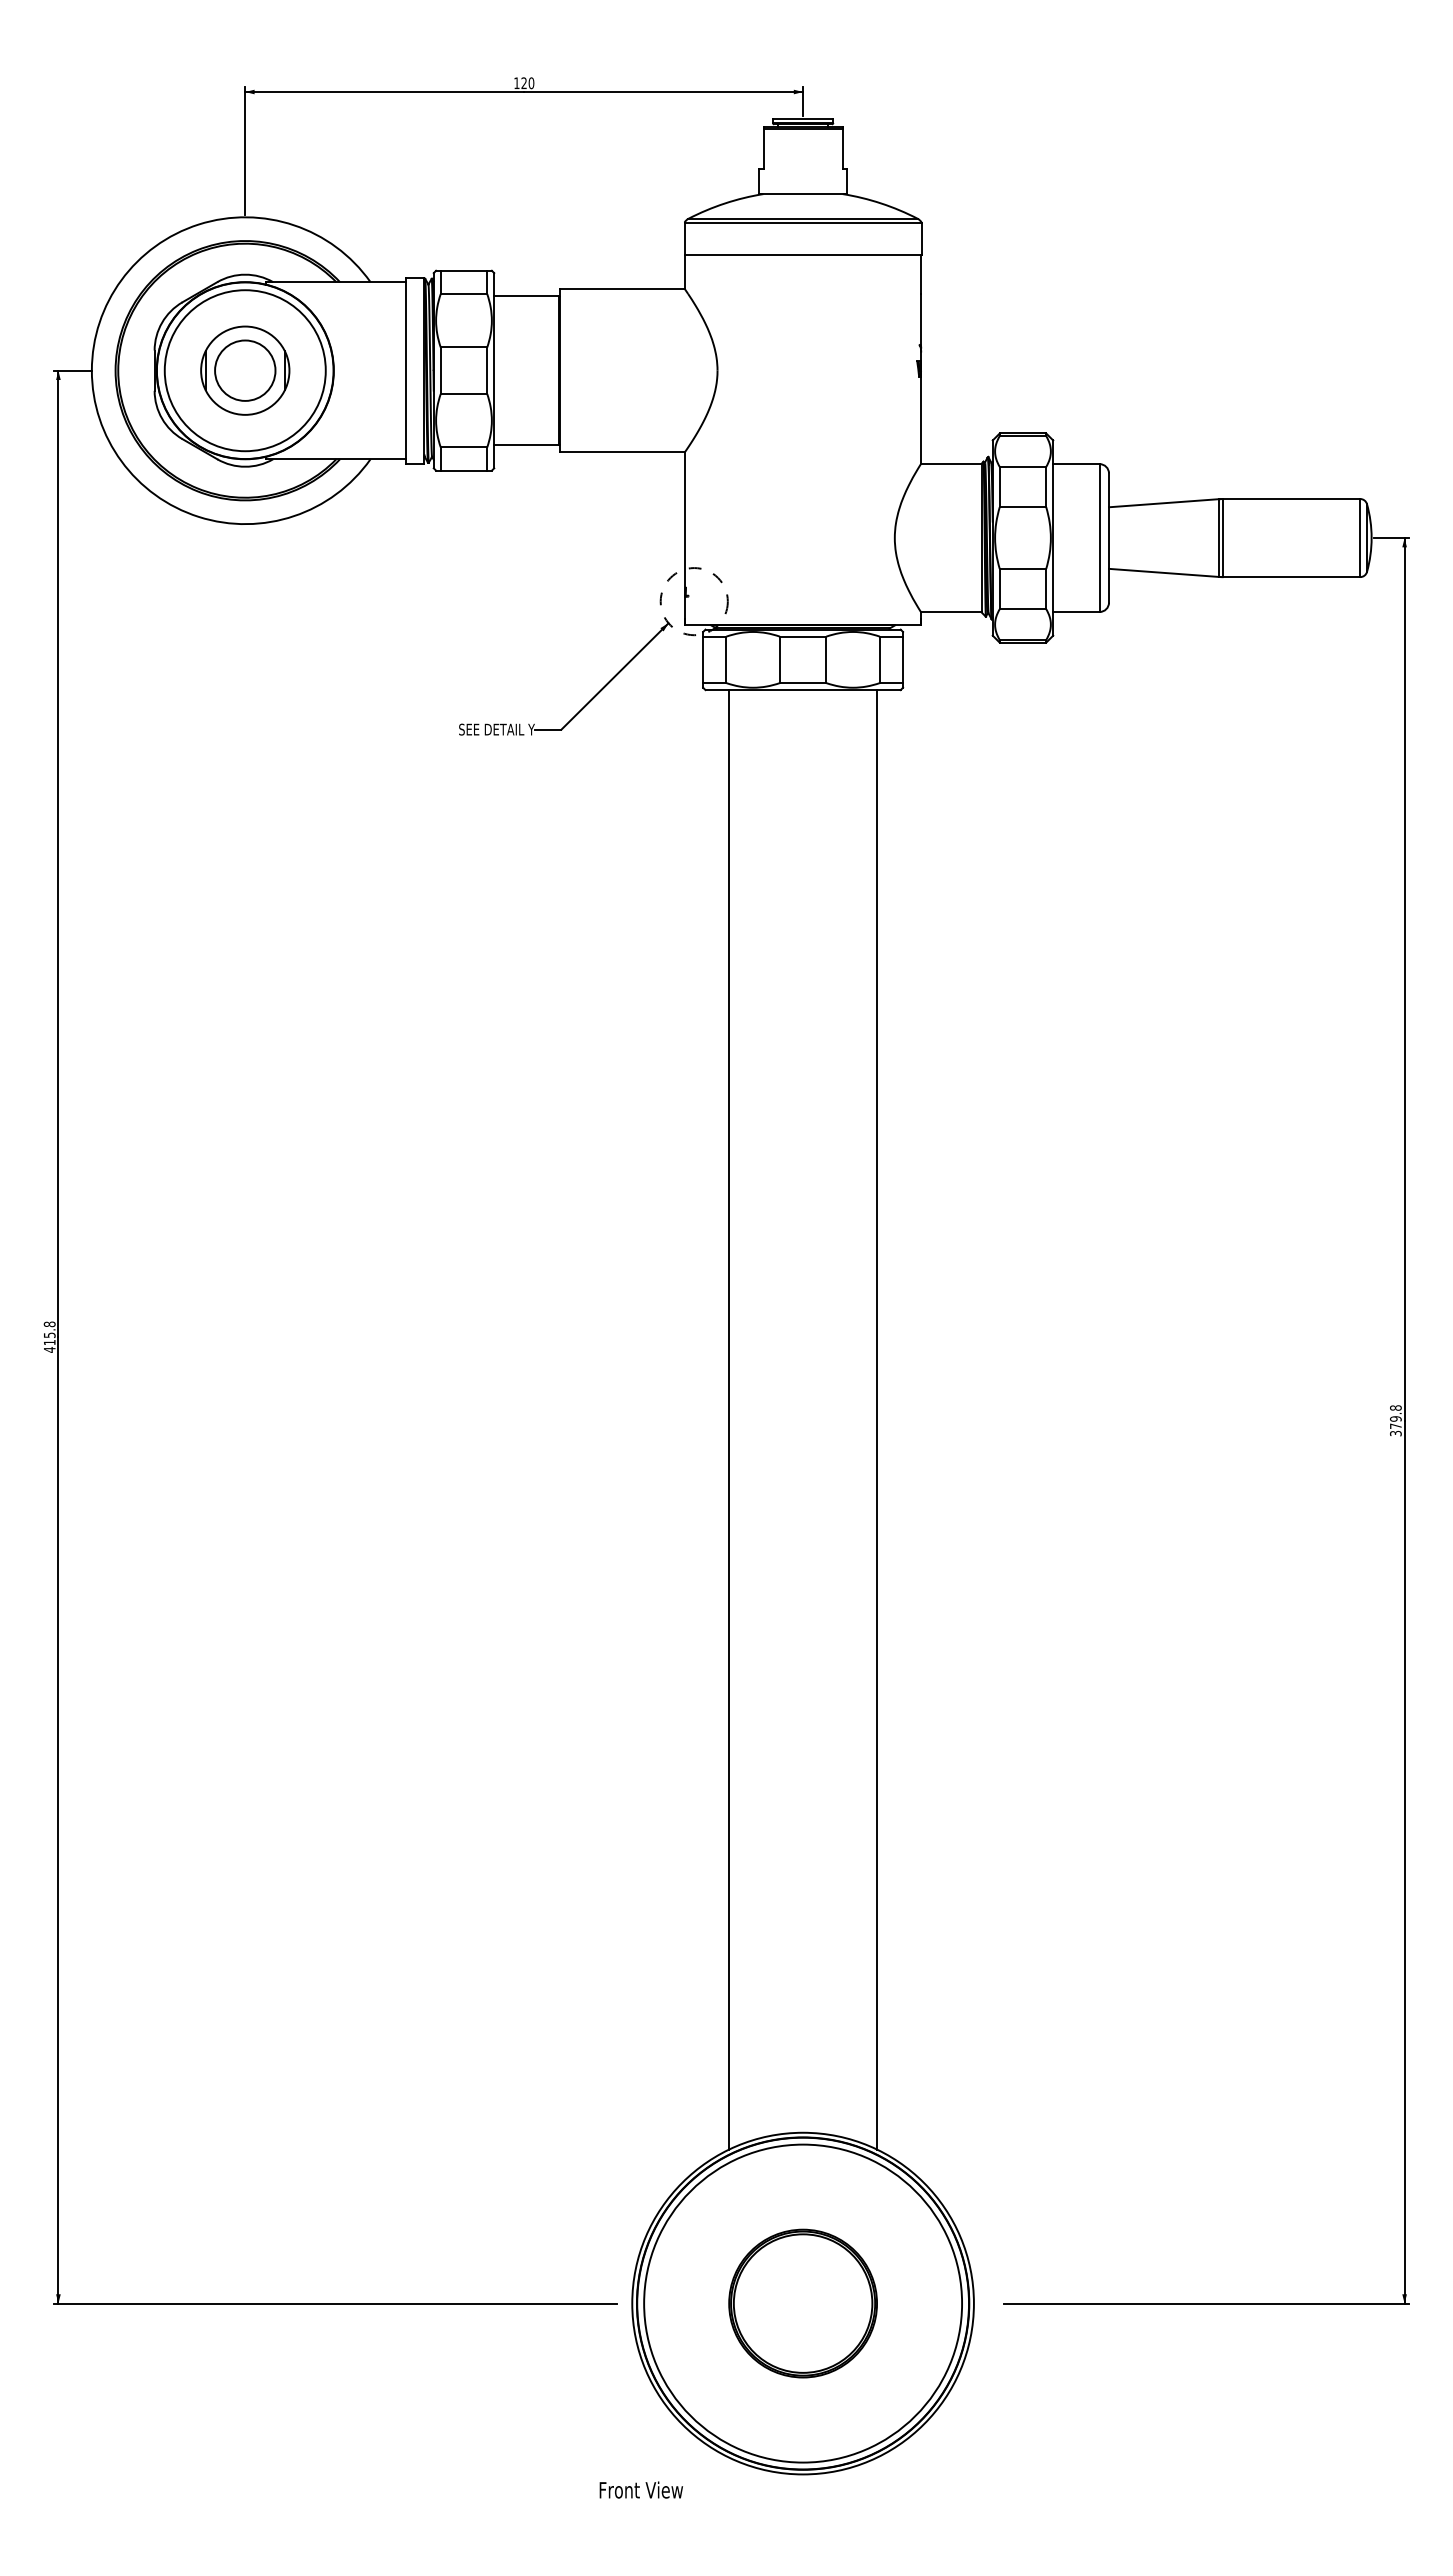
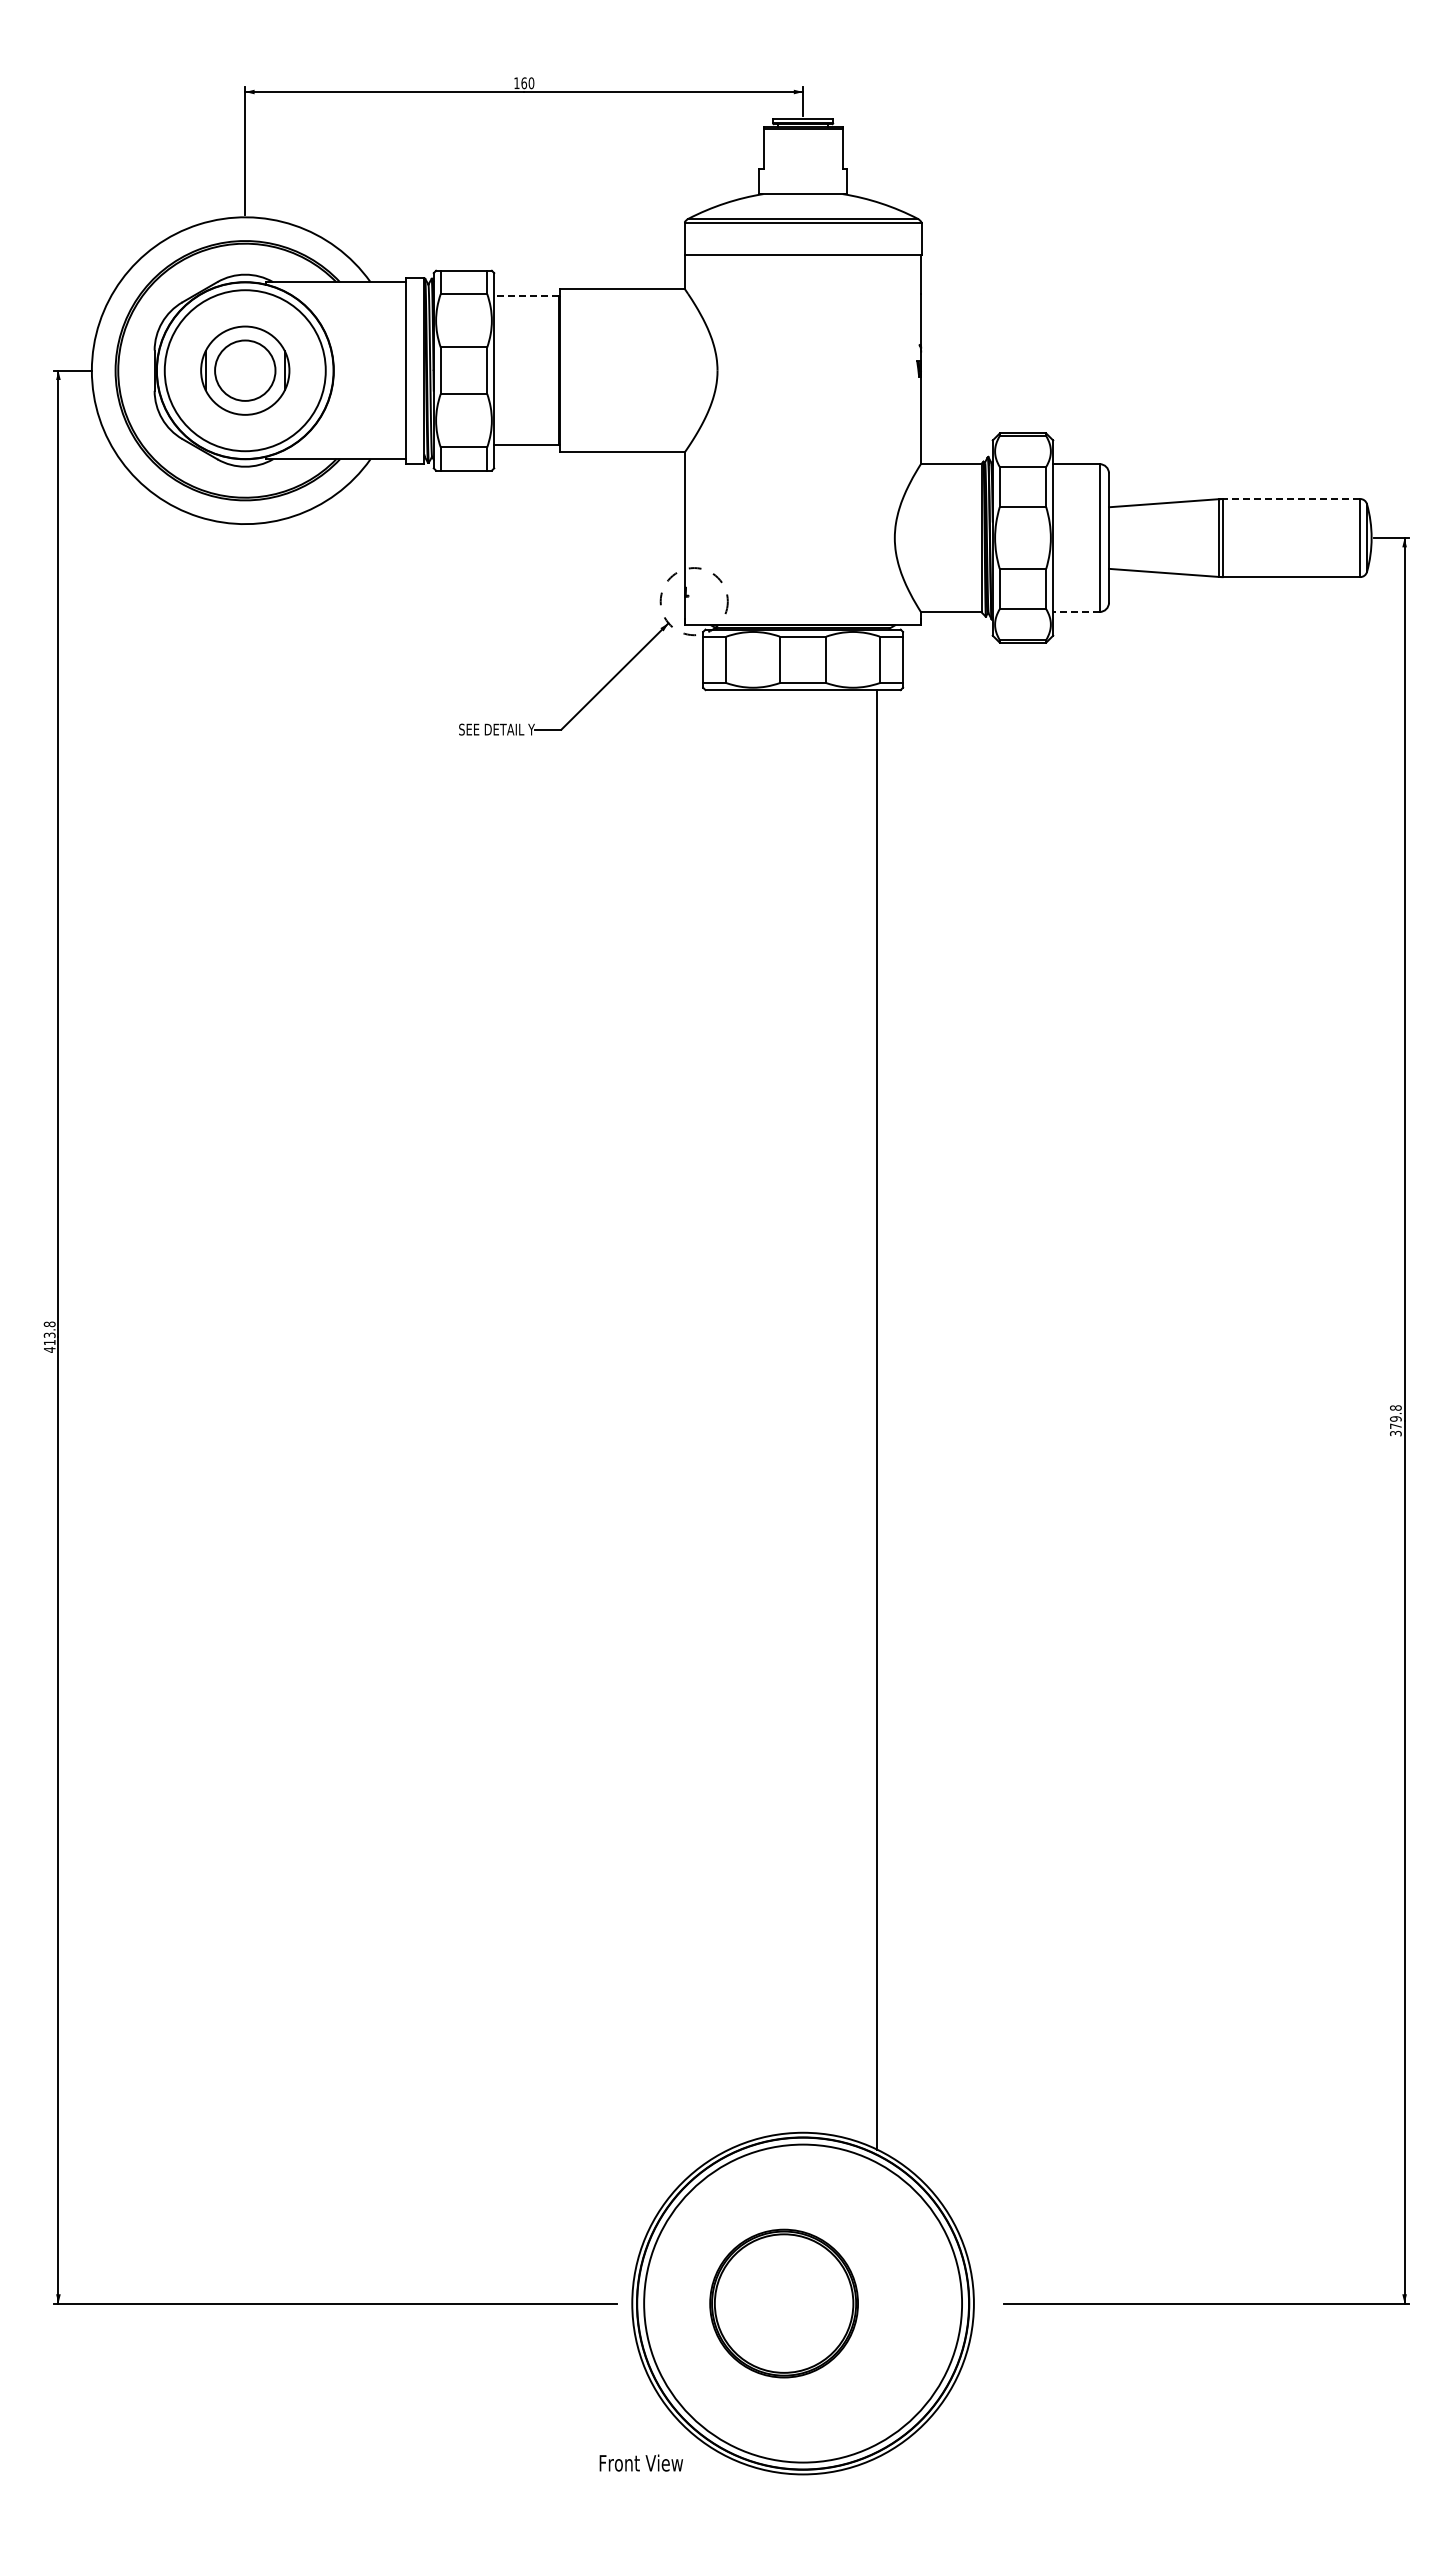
text at (524, 83): 120 -> 160
line at (526, 296): solid -> dashed
line at (1291, 499): solid -> dashed
line at (1075, 611): solid -> dashed
text at (48, 1334): 415.8 -> 413.8
line at (729, 1419): present -> none
part at (802, 2303) position: (802, 2303) -> (783, 2303)
text at (640, 2489) position: (640, 2489) -> (640, 2462)
